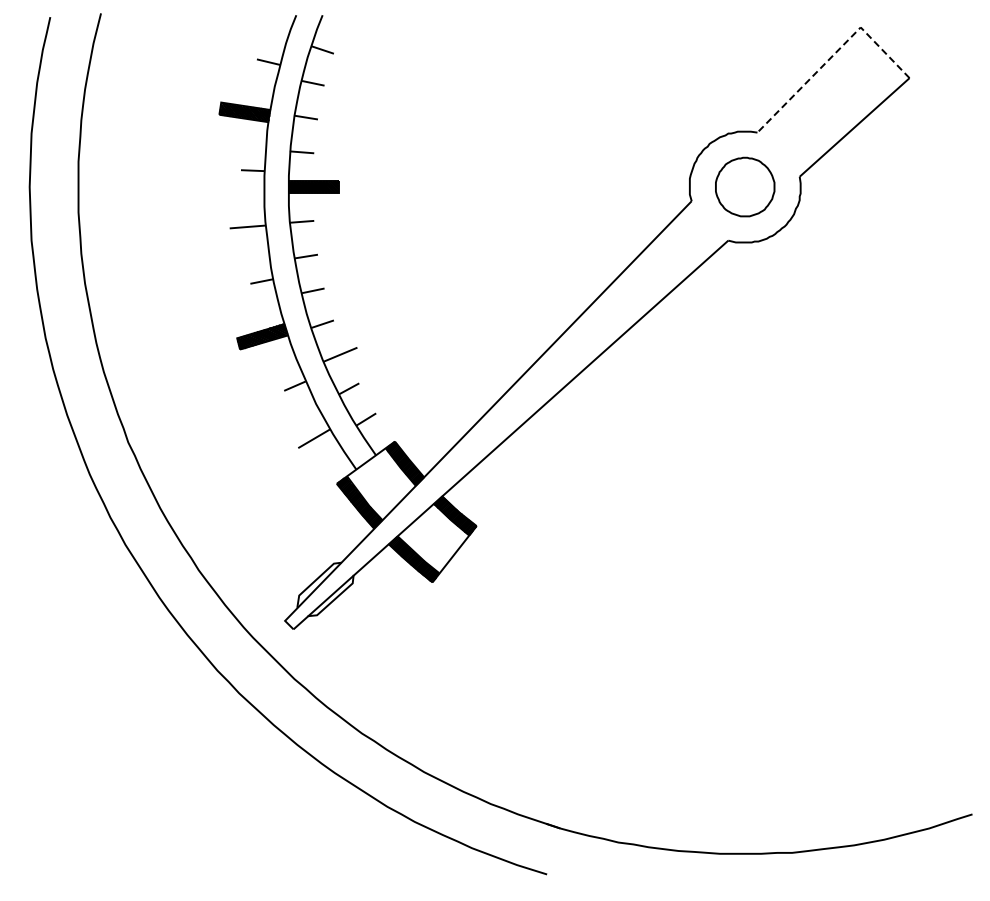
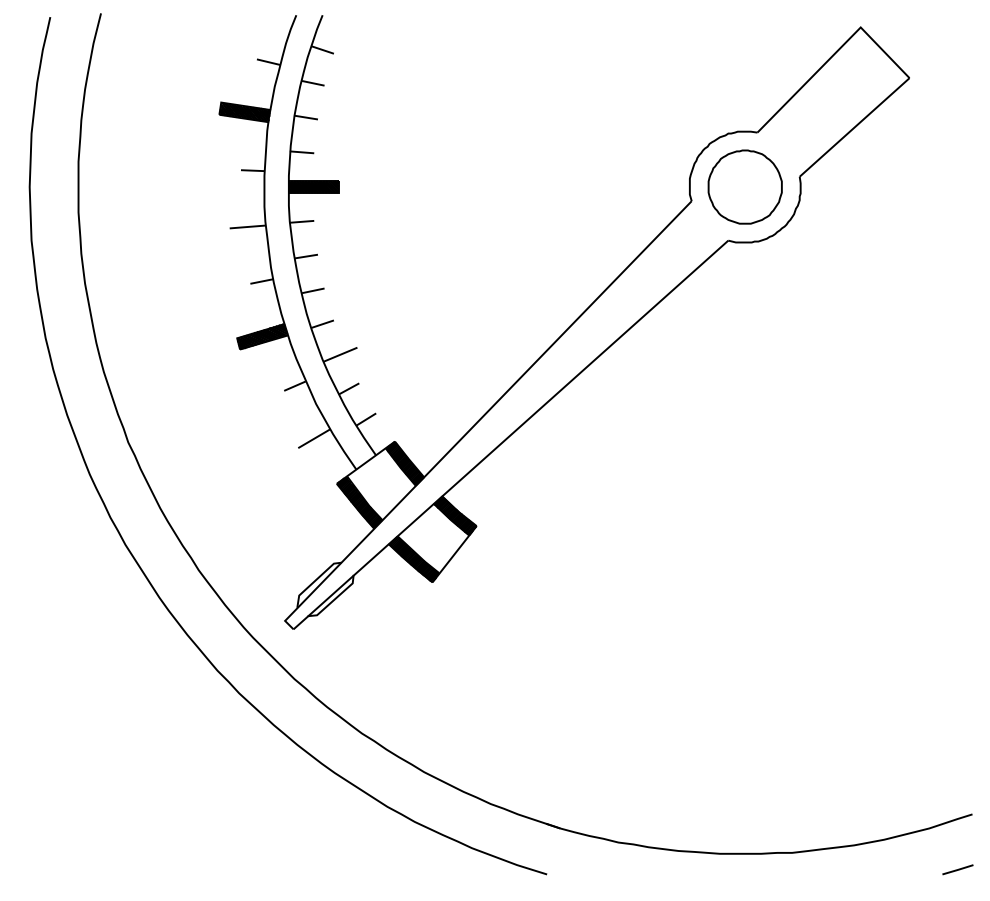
line at (834, 54): dashed -> solid
part at (745, 186) size: 61x62 px -> 76x76 px
line at (957, 869): none -> present
